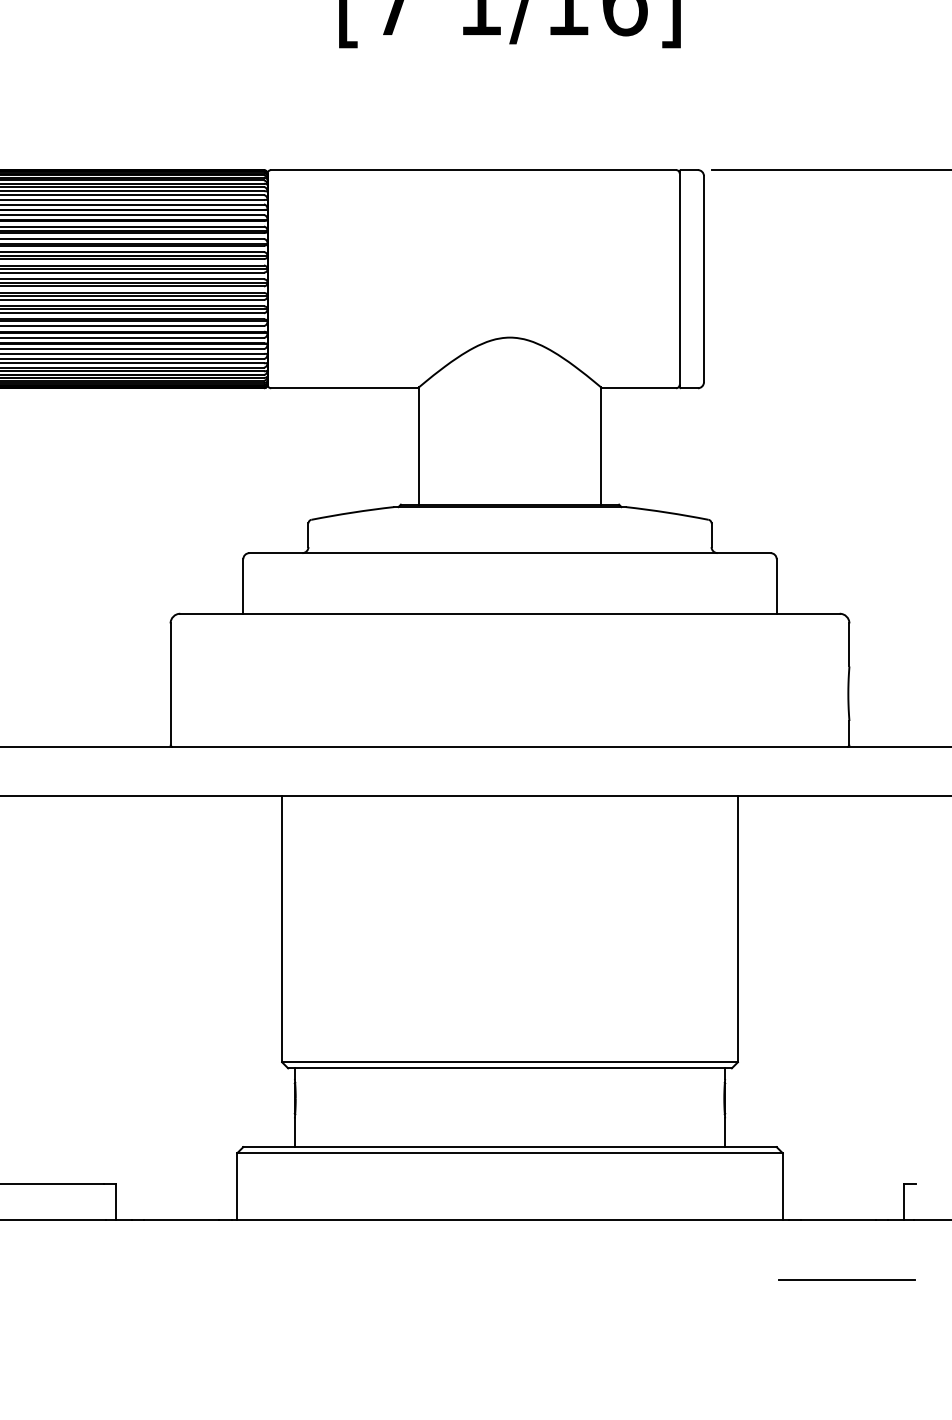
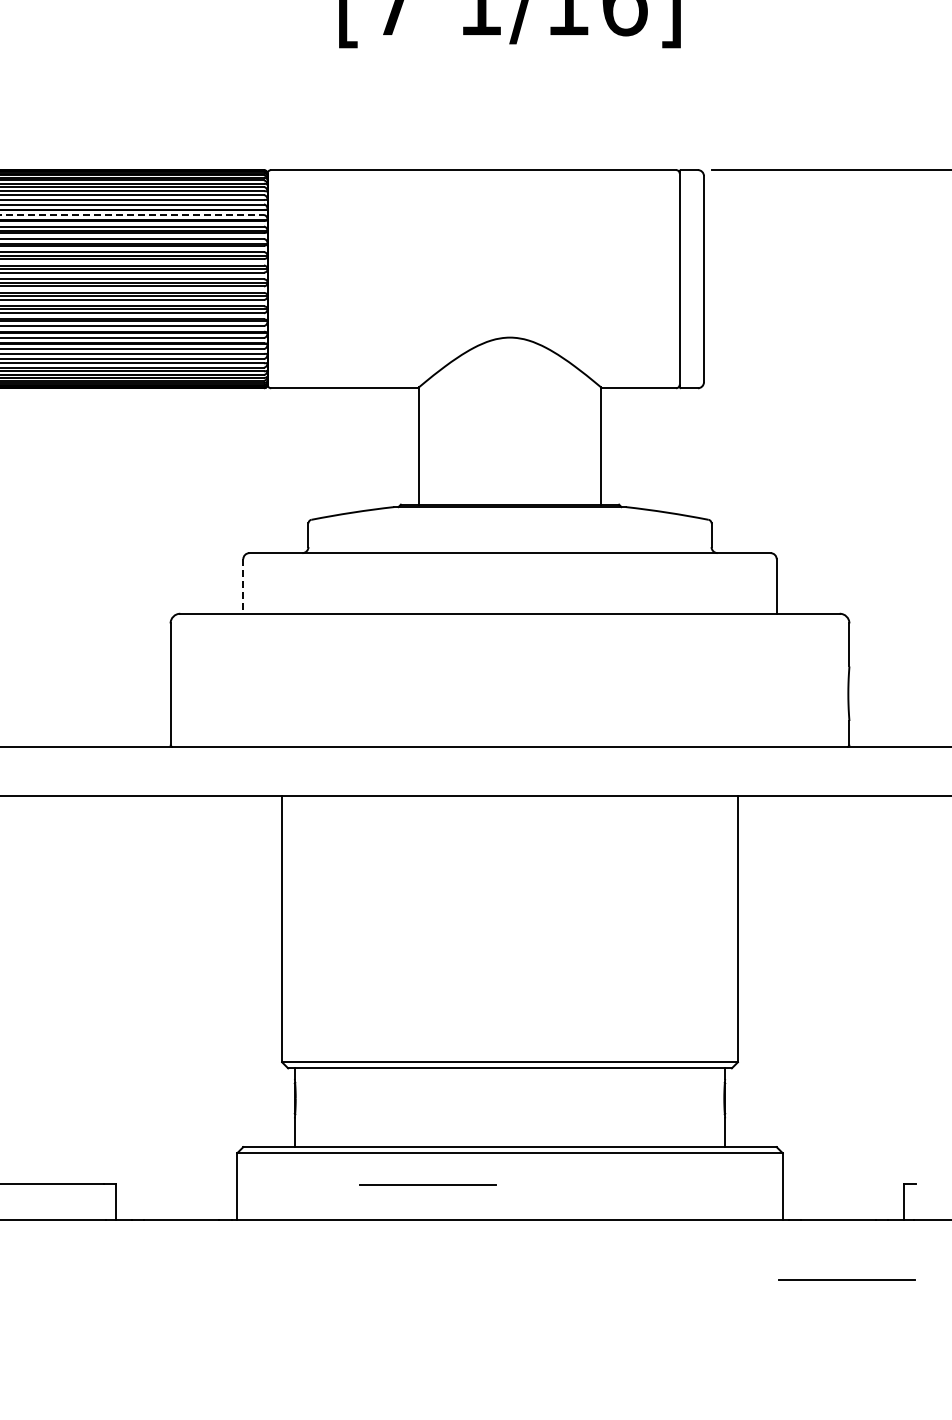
line at (132, 215): solid -> dashed
line at (243, 586): solid -> dashed
line at (427, 1184): none -> present
